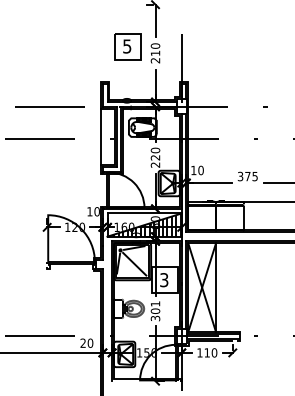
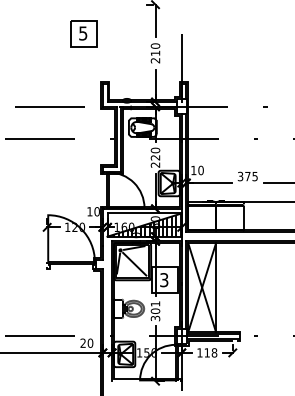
part at (127, 46) position: (127, 46) -> (83, 33)
line at (101, 136): present -> none
text at (214, 352): 110 -> 118
